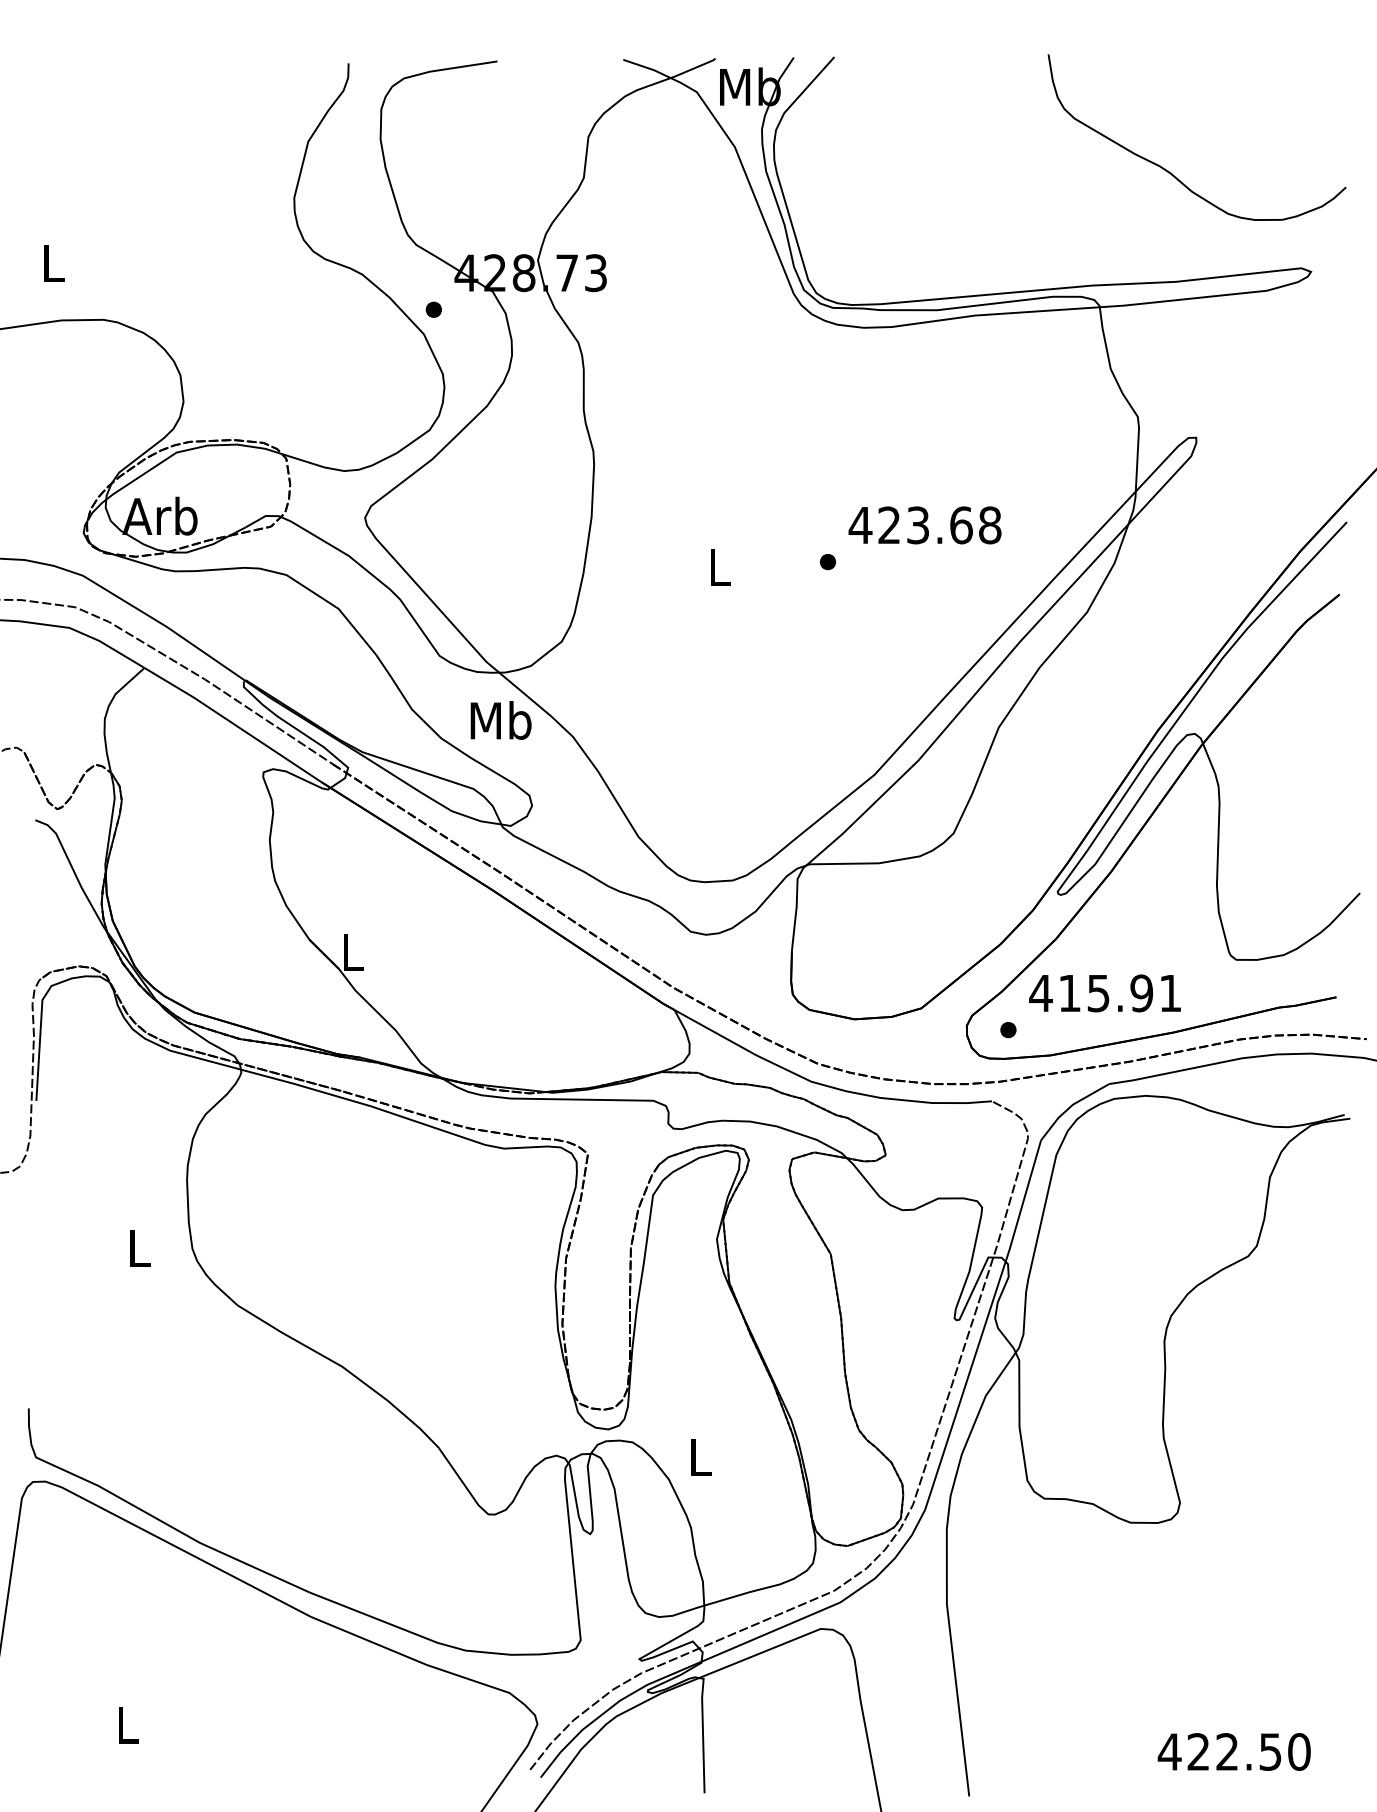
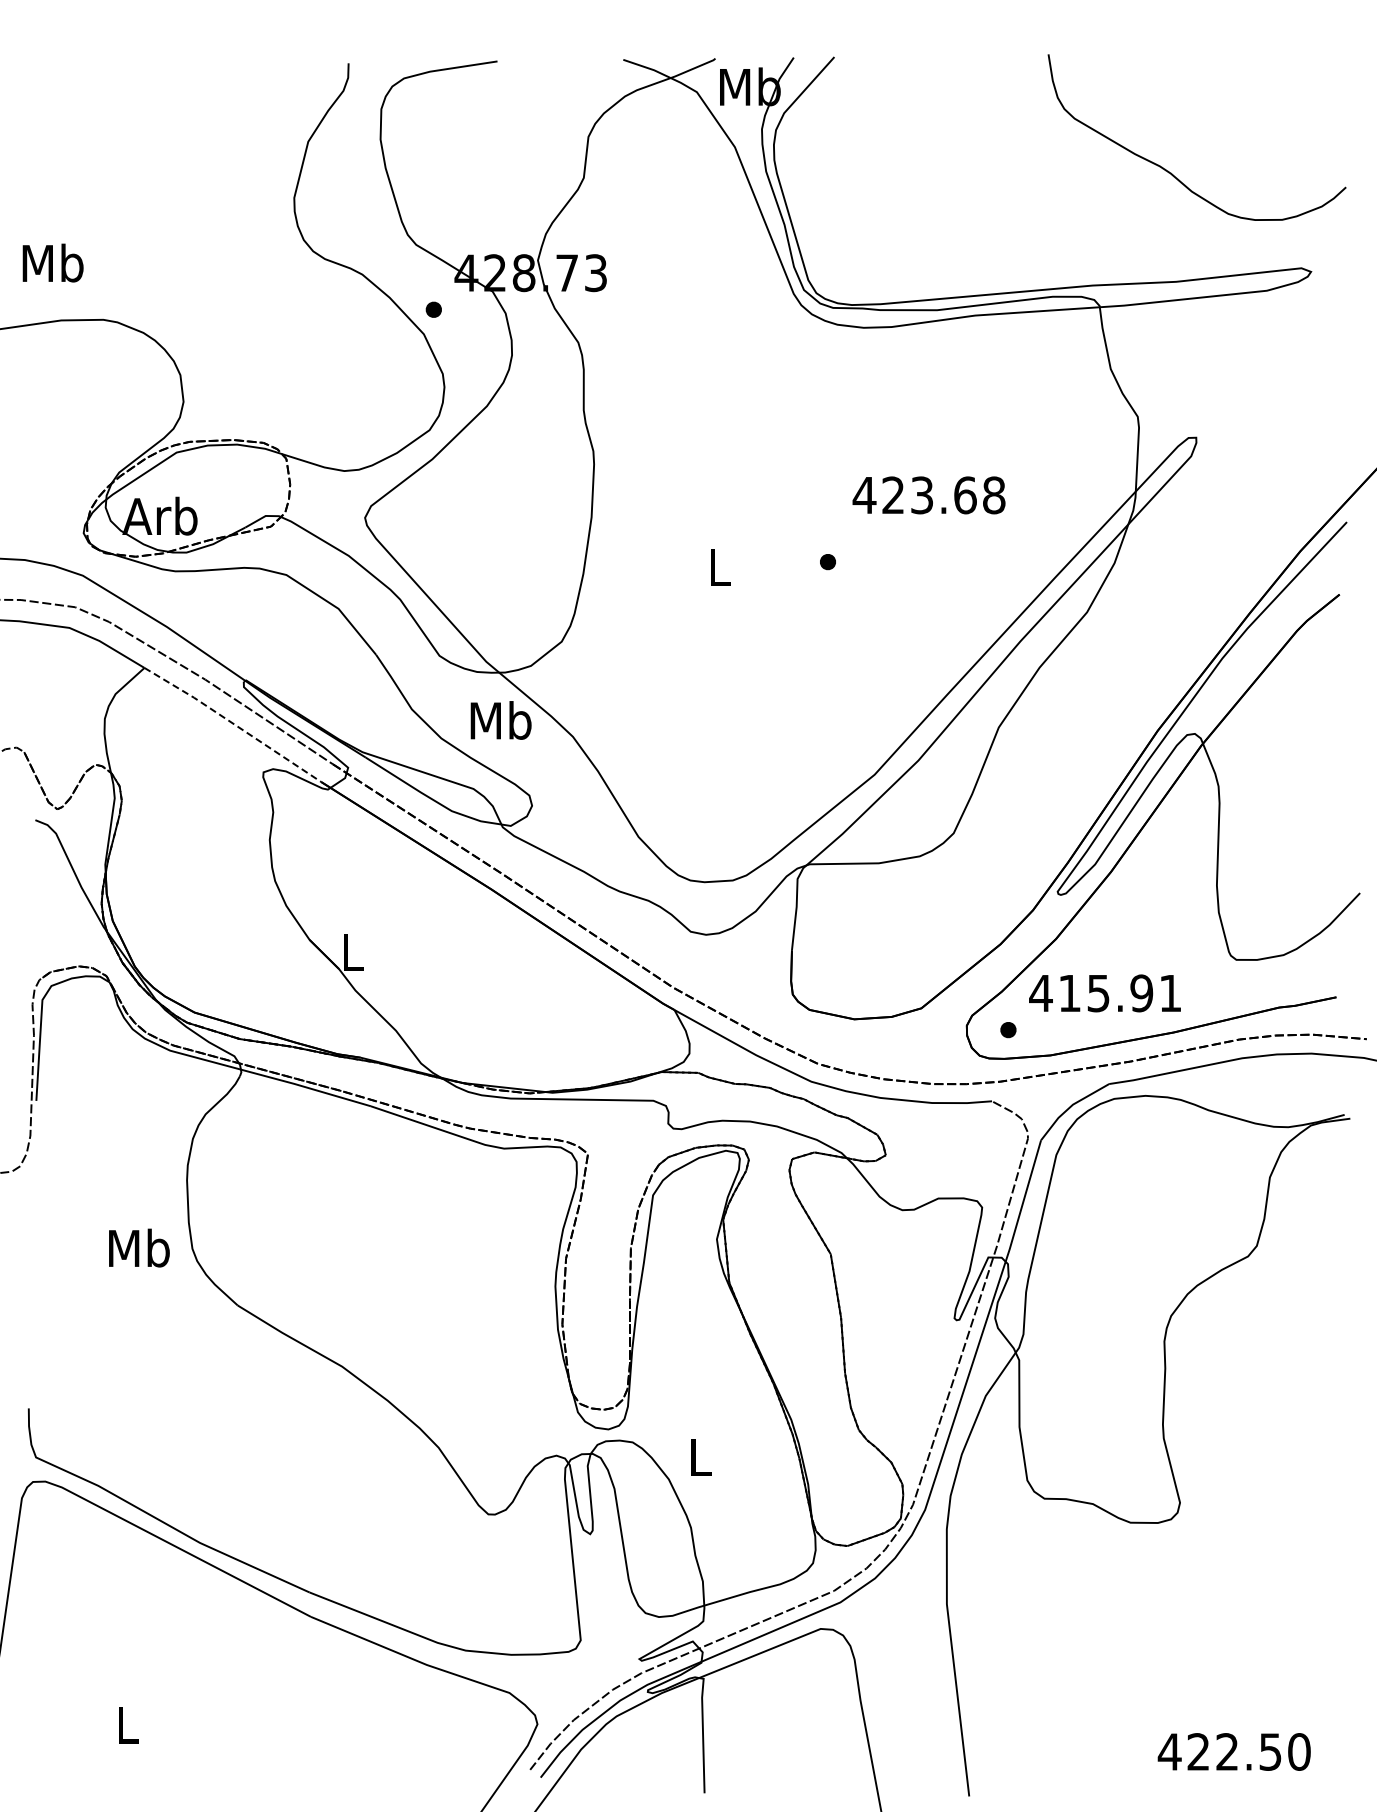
text at (52, 262): L -> Mb
text at (924, 525) position: (924, 525) -> (928, 495)
line at (233, 723): solid -> dashed
text at (139, 1247): L -> Mb
